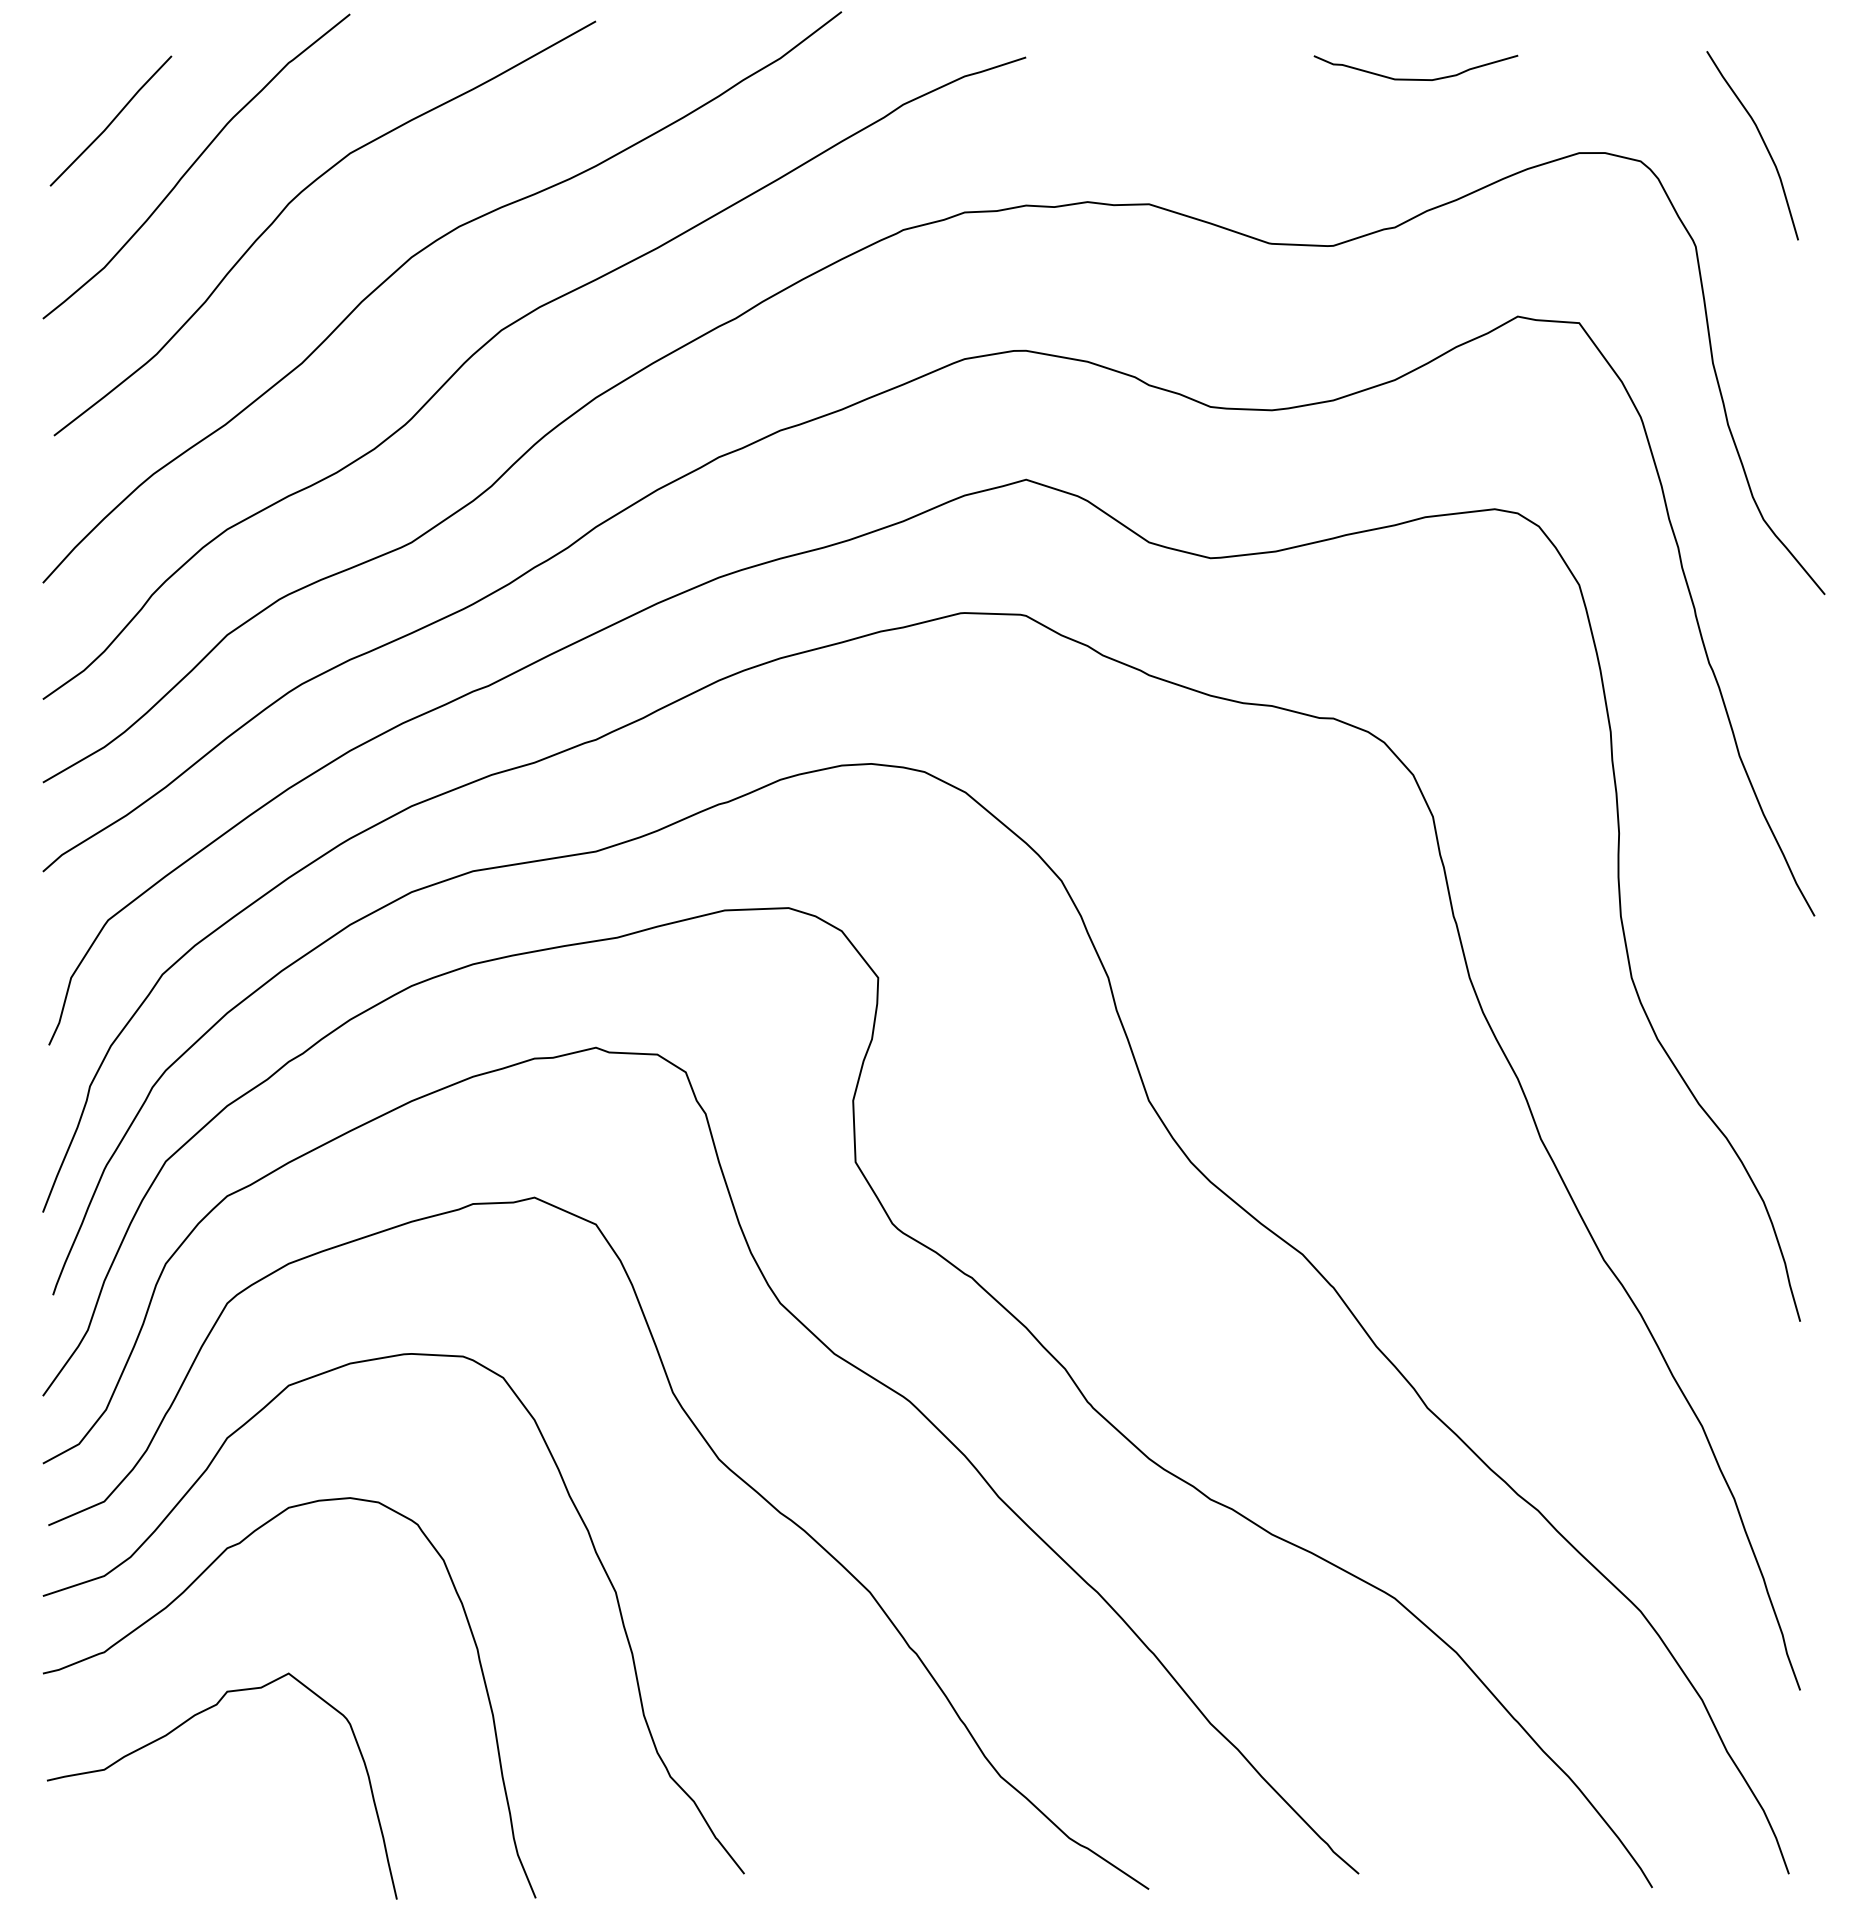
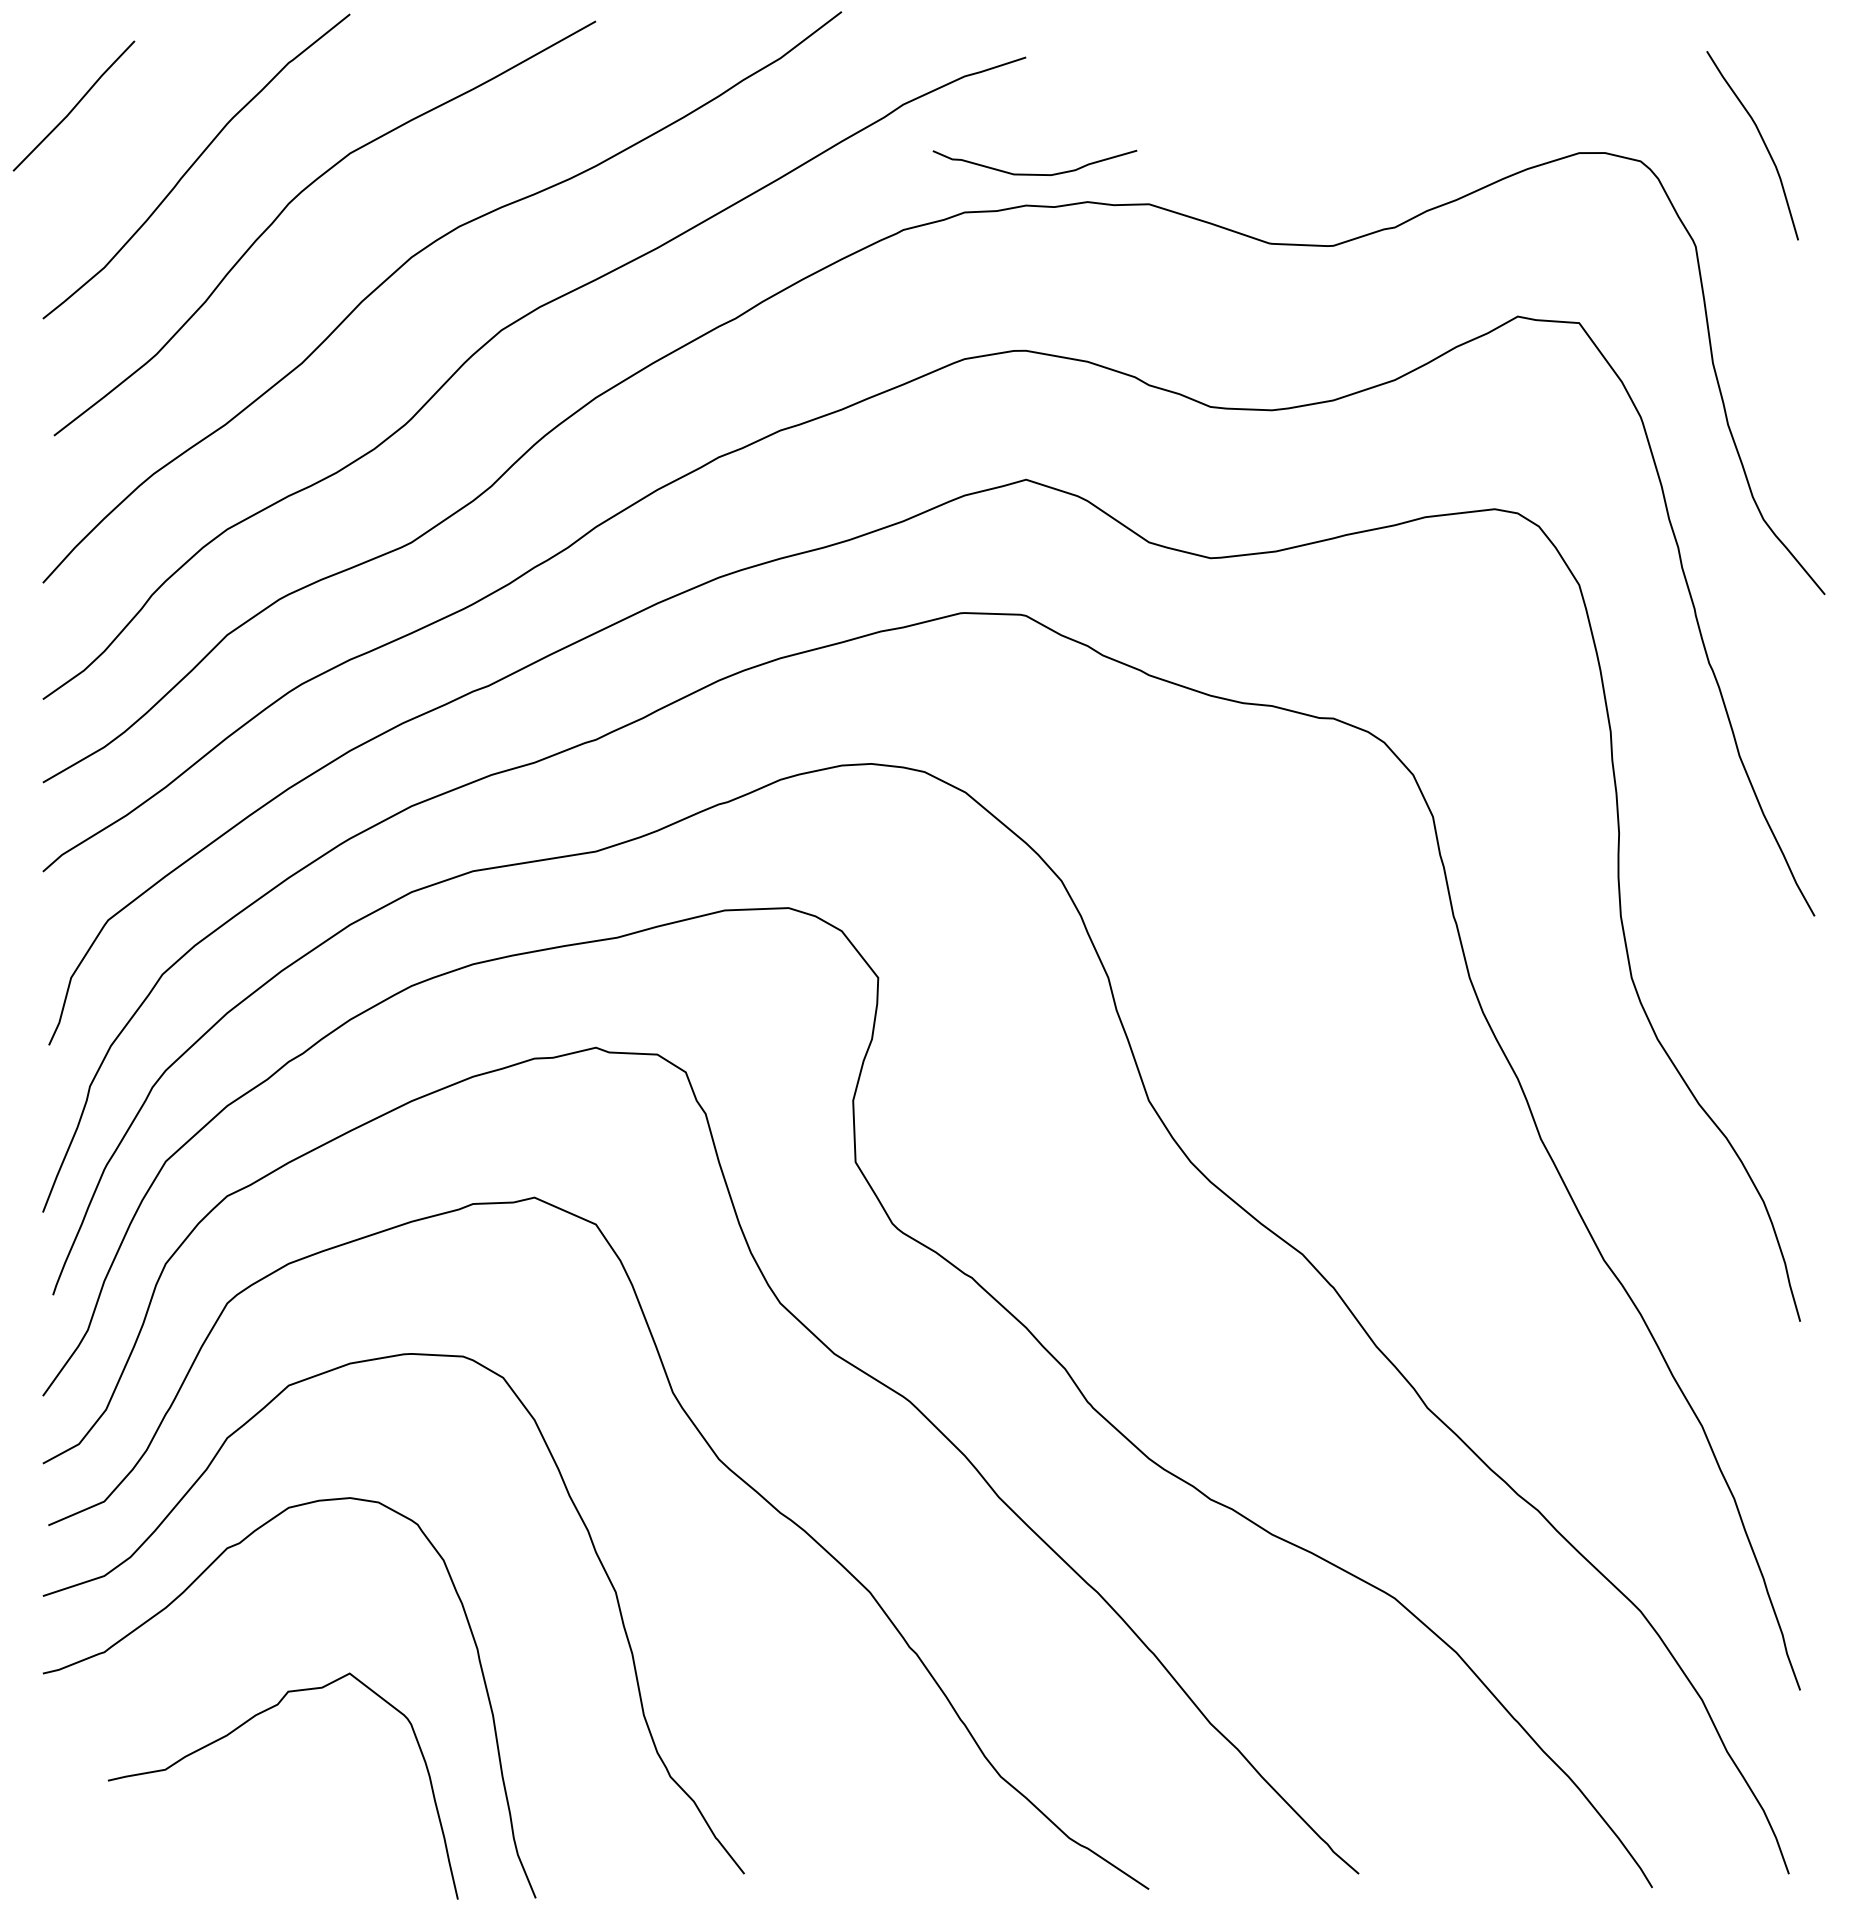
curve at (1414, 78) position: (1414, 78) -> (1033, 173)
line at (111, 120) position: (111, 120) -> (74, 105)
curve at (179, 1727) position: (179, 1727) -> (240, 1727)
